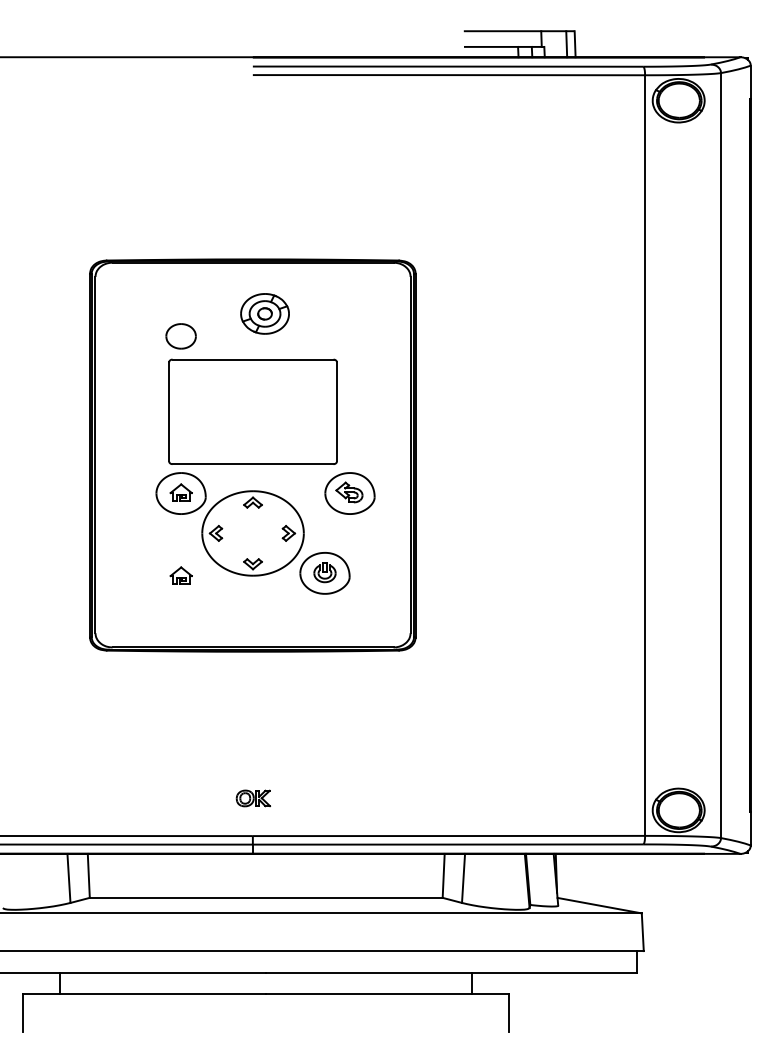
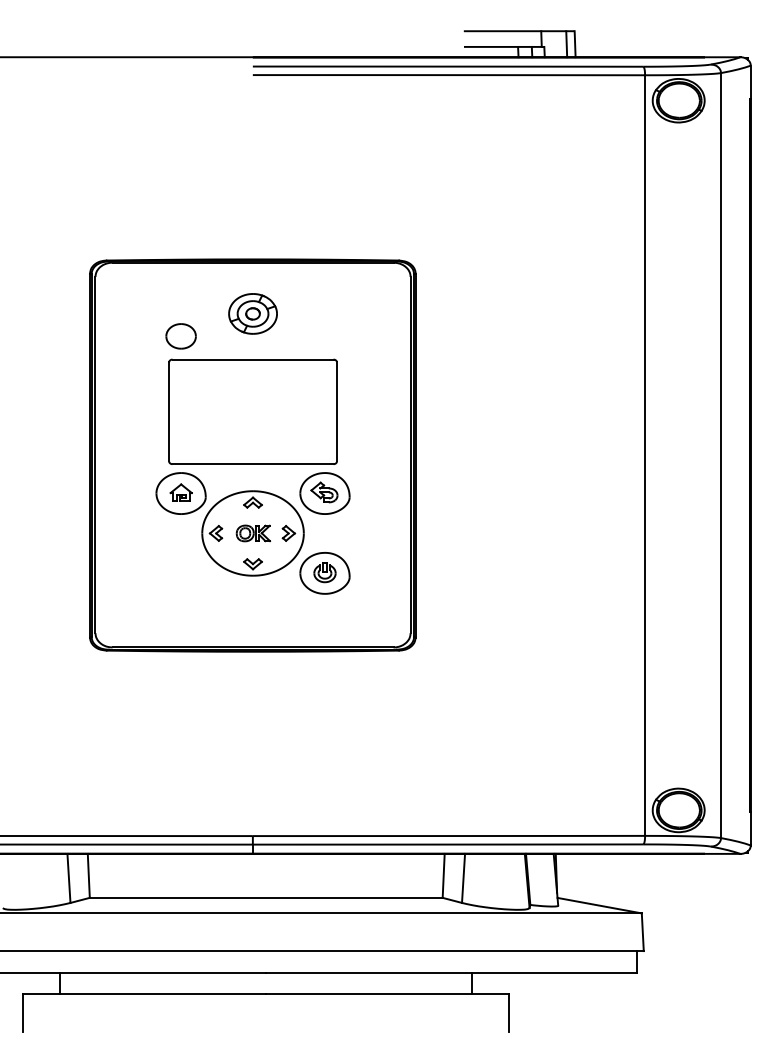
part at (264, 313) position: (264, 313) -> (252, 313)
part at (349, 493) position: (349, 493) -> (324, 493)
part at (180, 575): present -> none
part at (252, 798) position: (252, 798) -> (252, 533)
